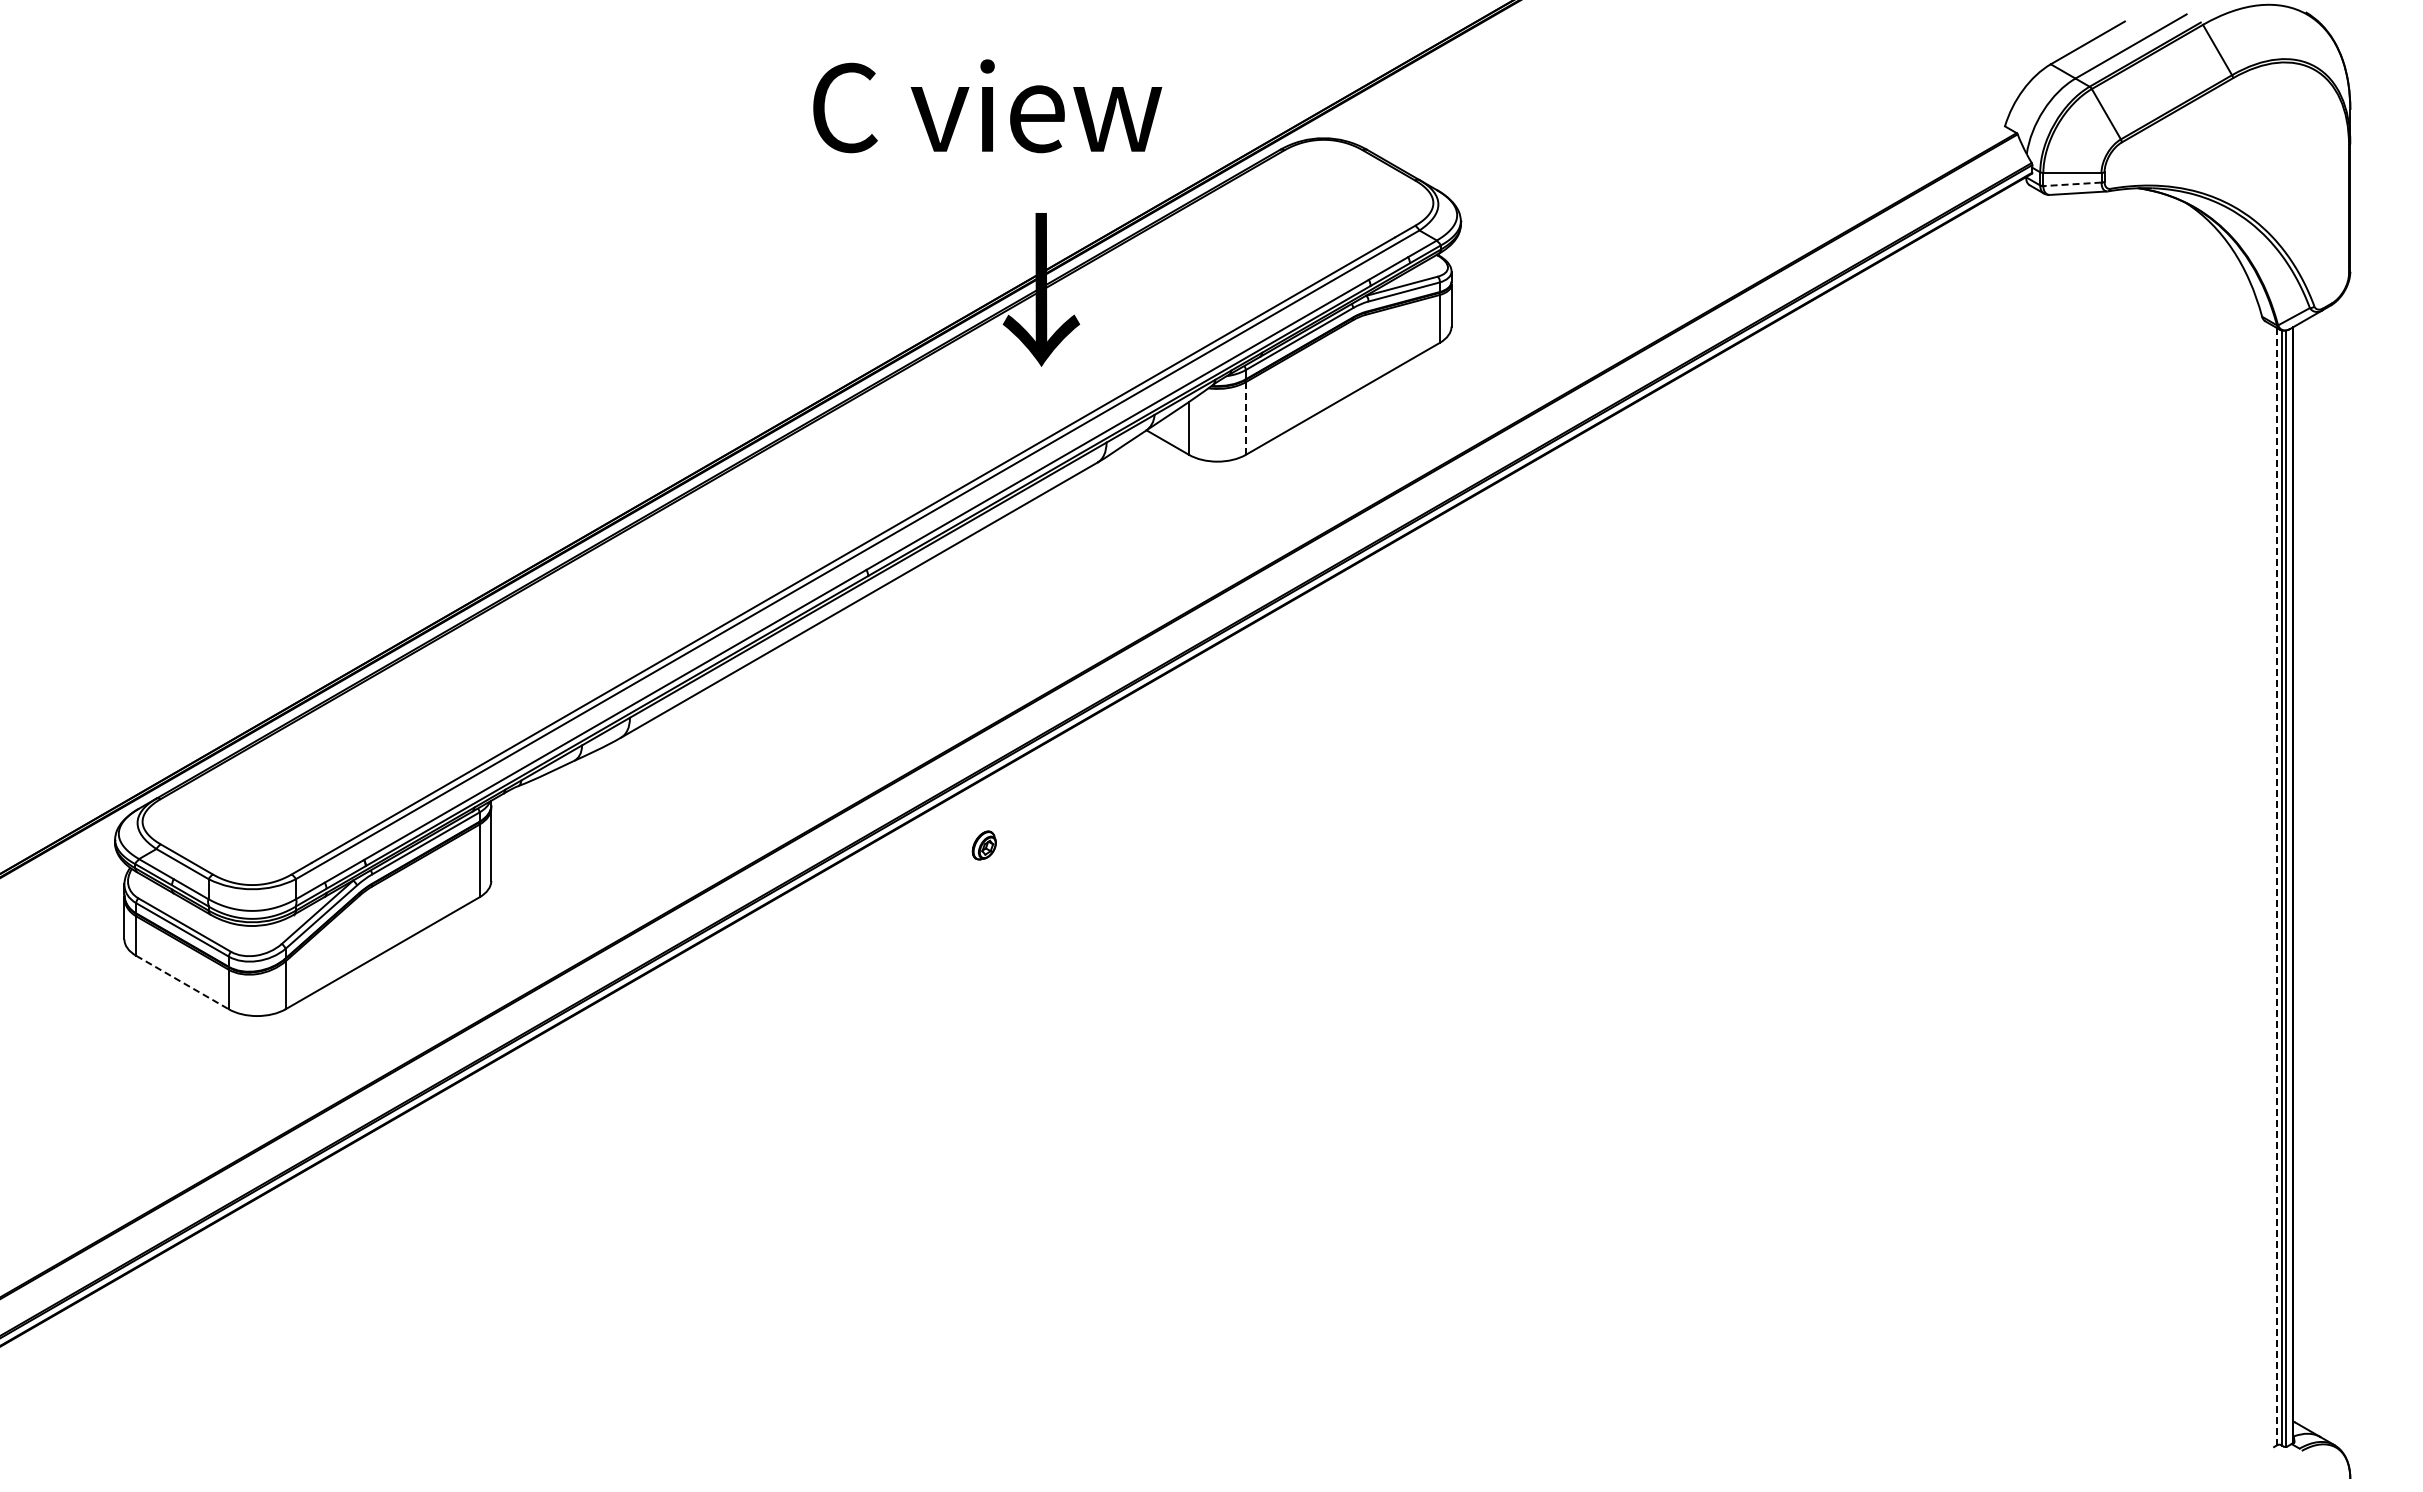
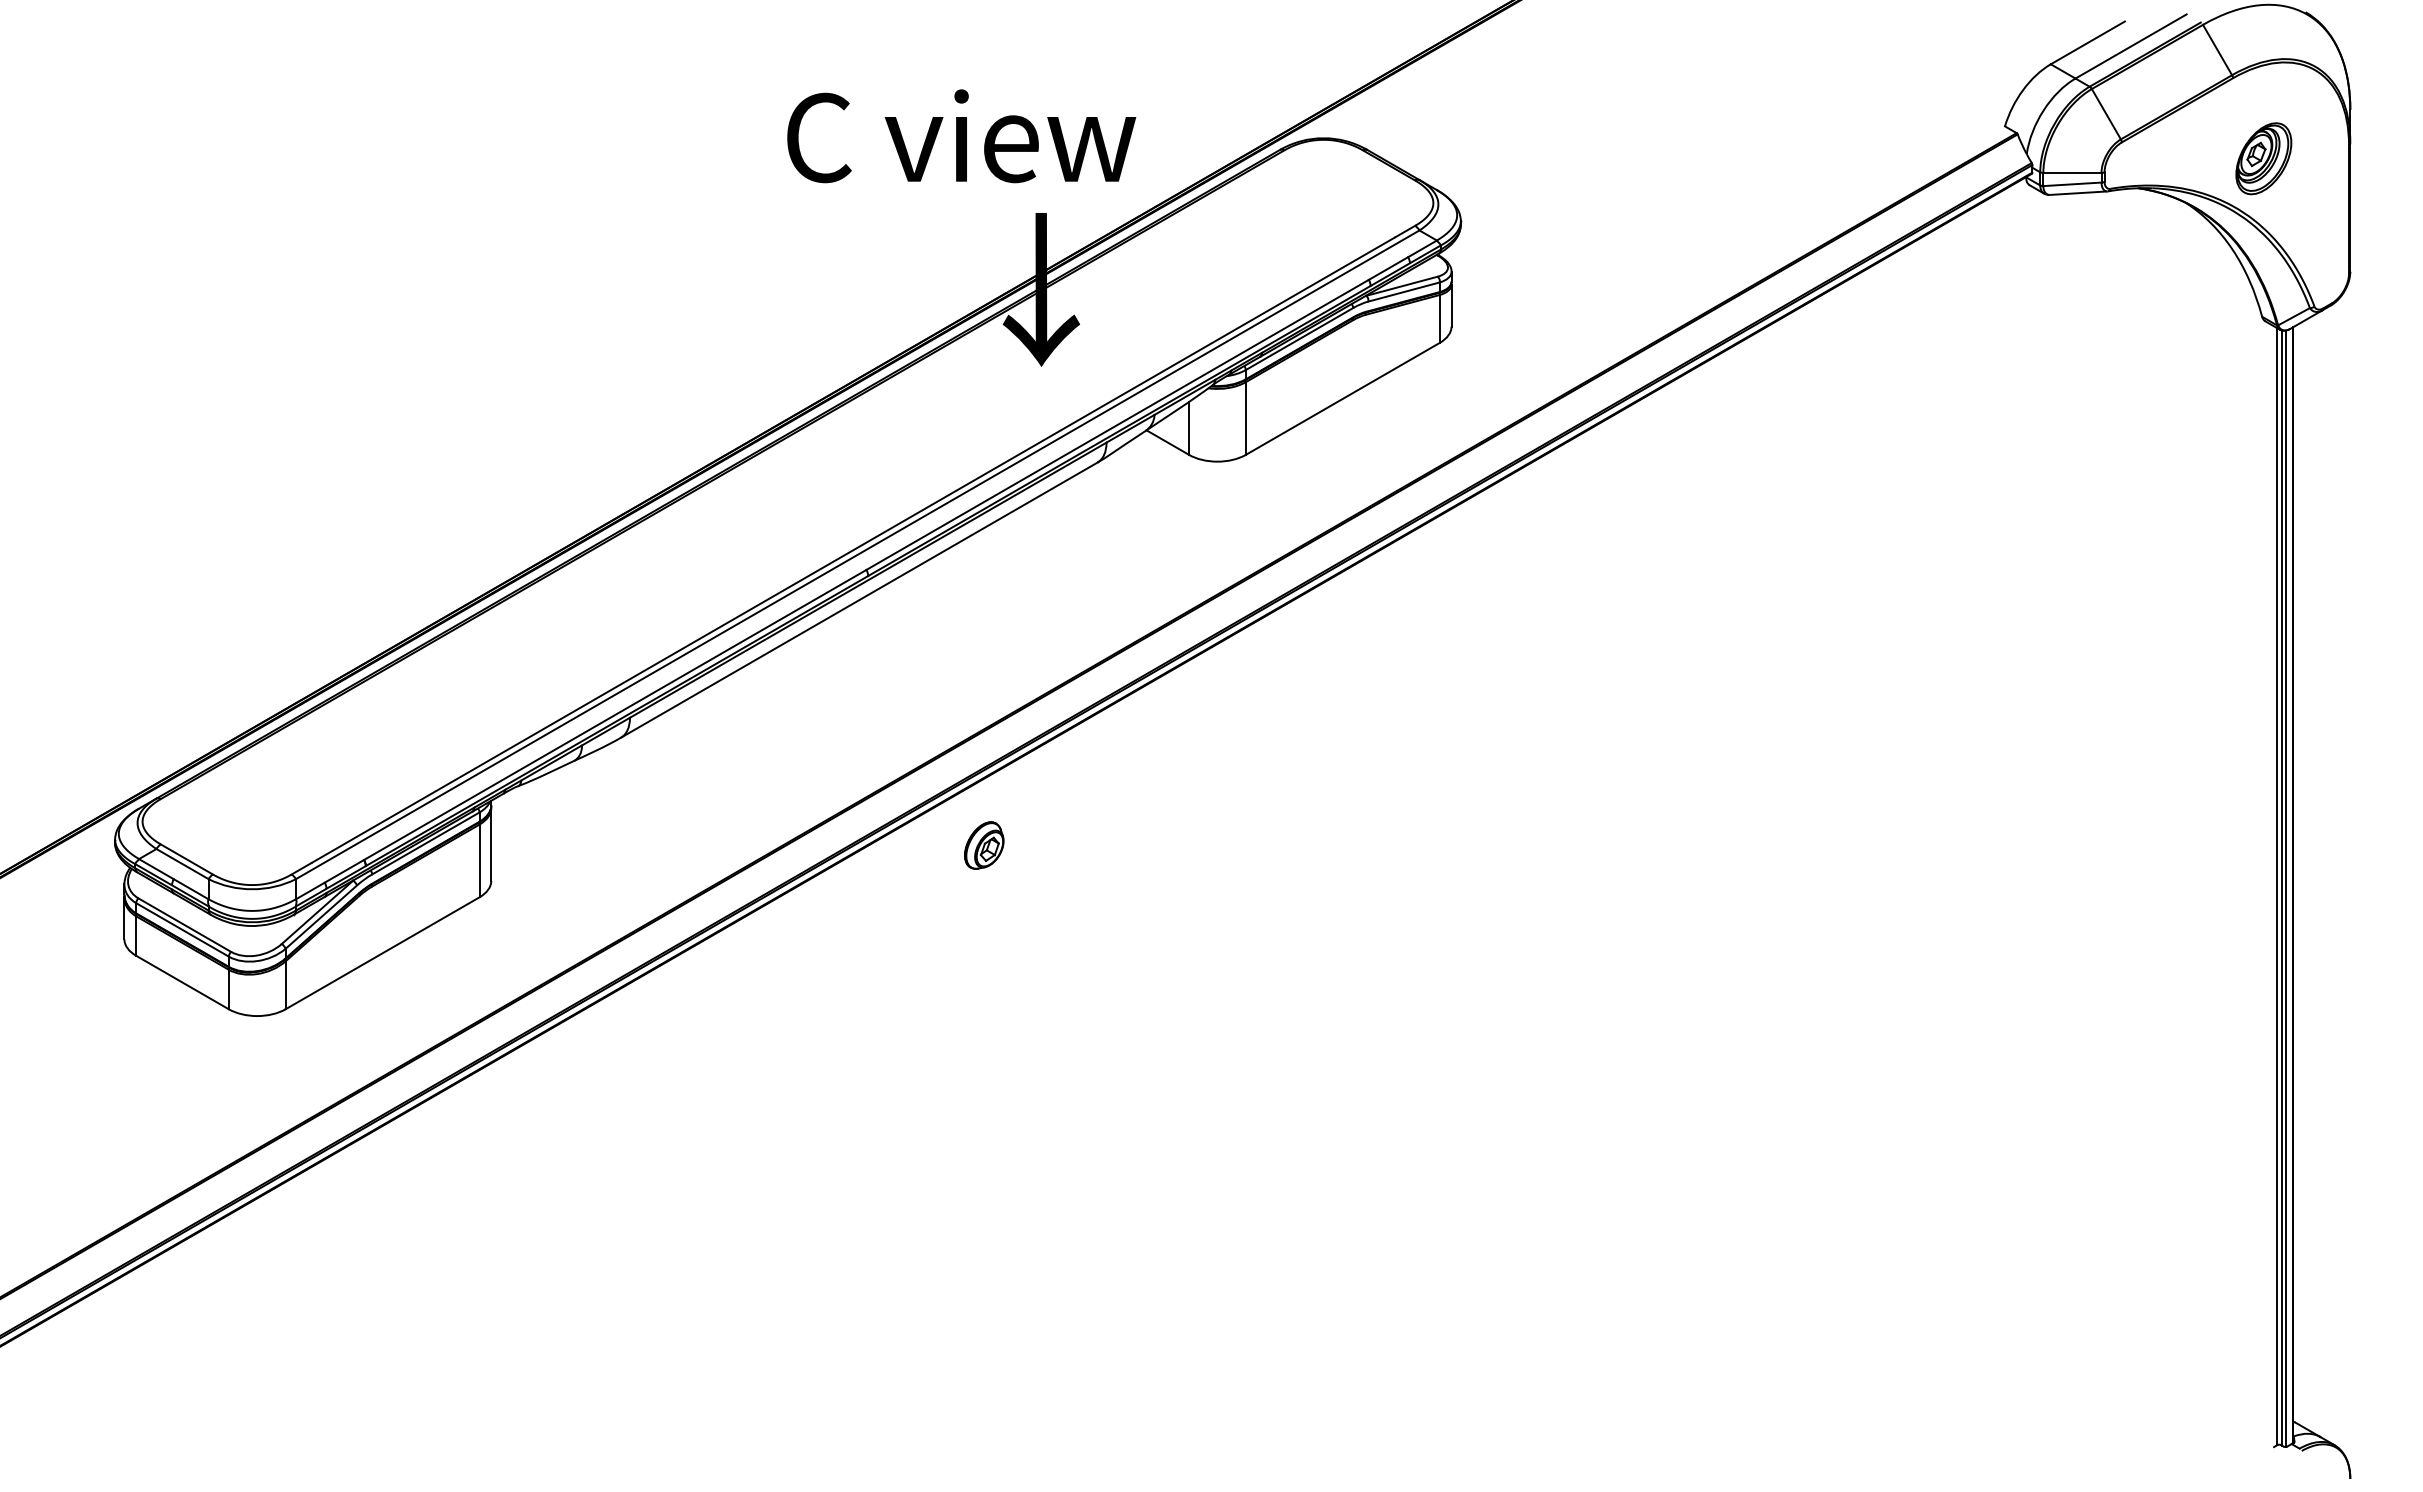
text at (987, 106) position: (987, 106) -> (961, 136)
part at (2263, 158): none -> present
line at (2071, 184): dashed -> solid
line at (1245, 418): dashed -> solid
part at (983, 845) size: 26x31 px -> 41x49 px
line at (2277, 887): dashed -> solid
line at (182, 982): dashed -> solid
